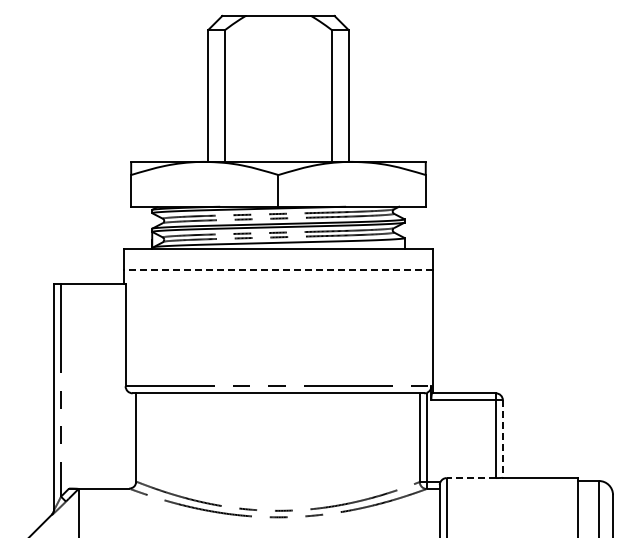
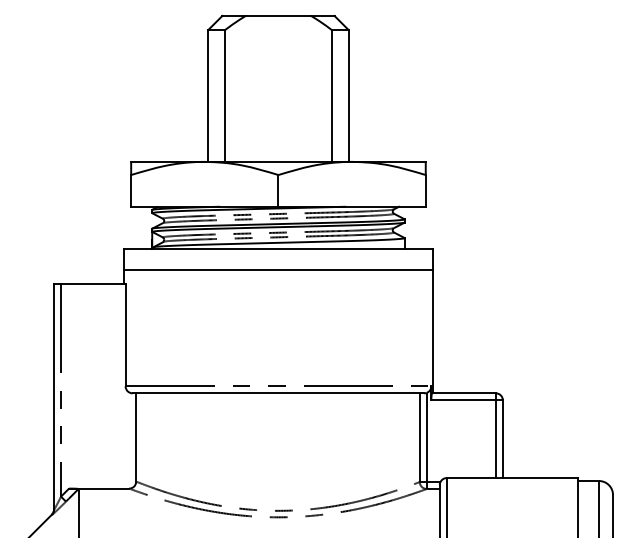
line at (277, 269): dashed -> solid
line at (502, 439): dashed -> solid
line at (471, 478): dashed -> solid
